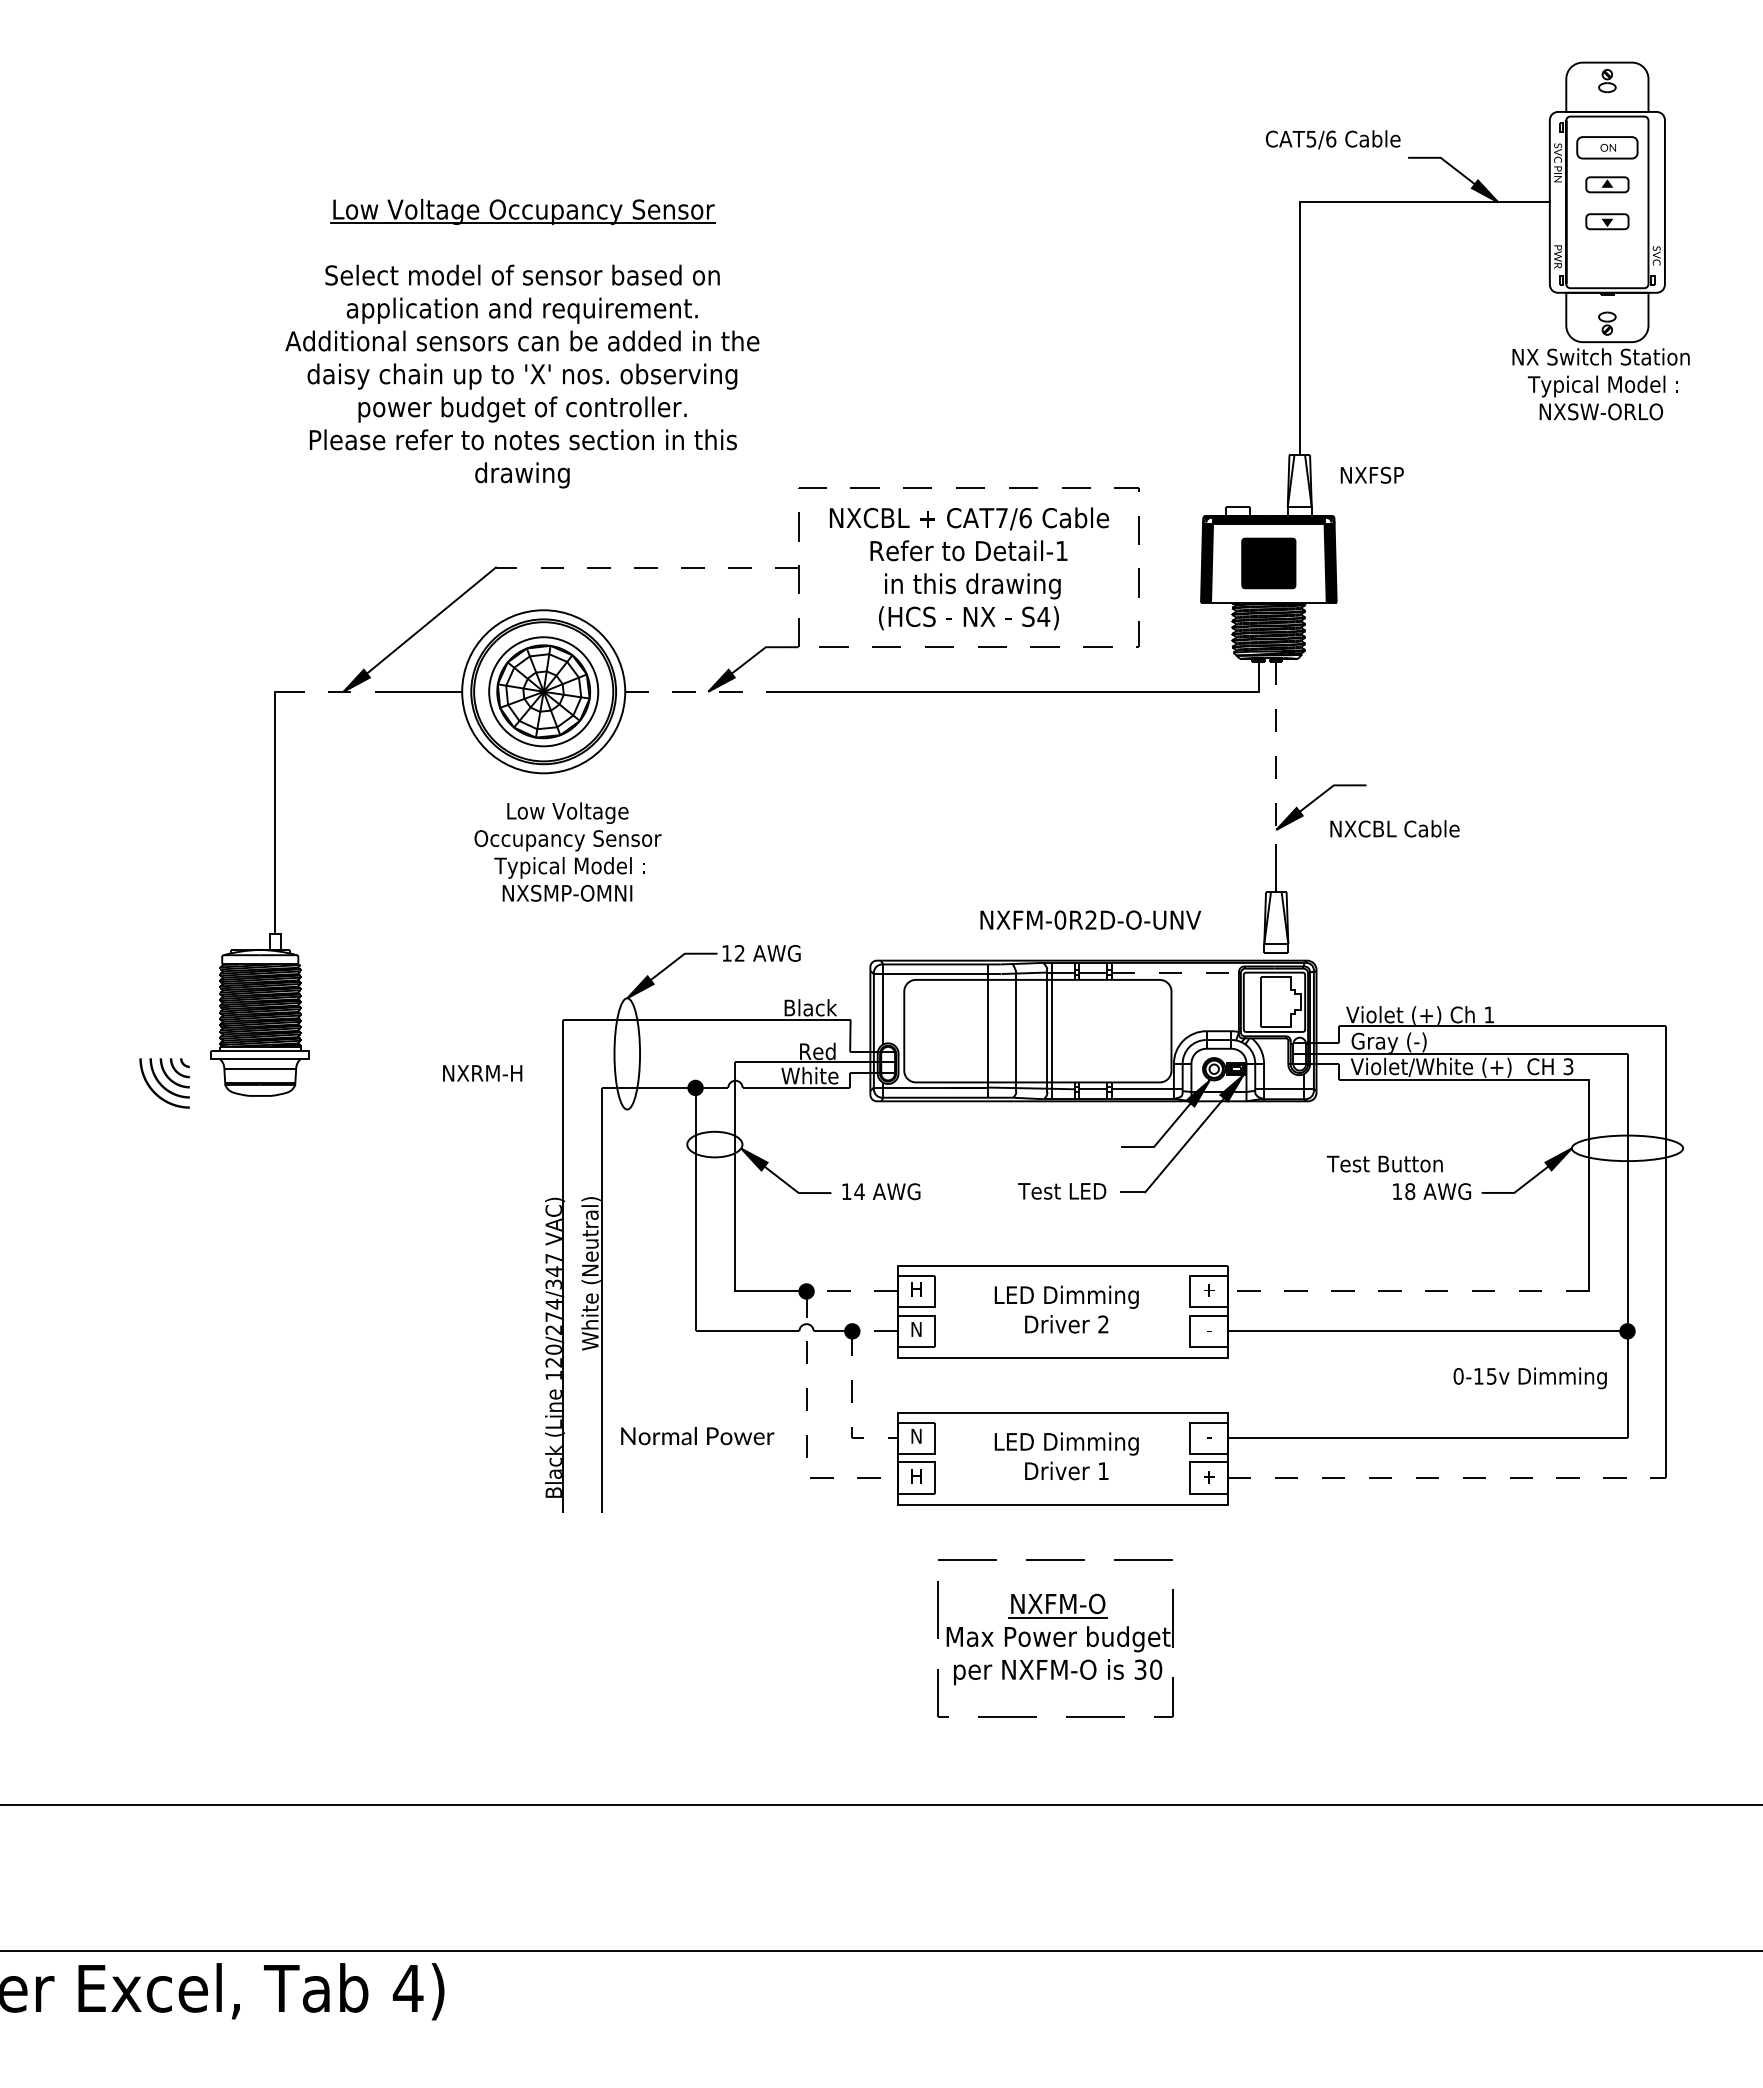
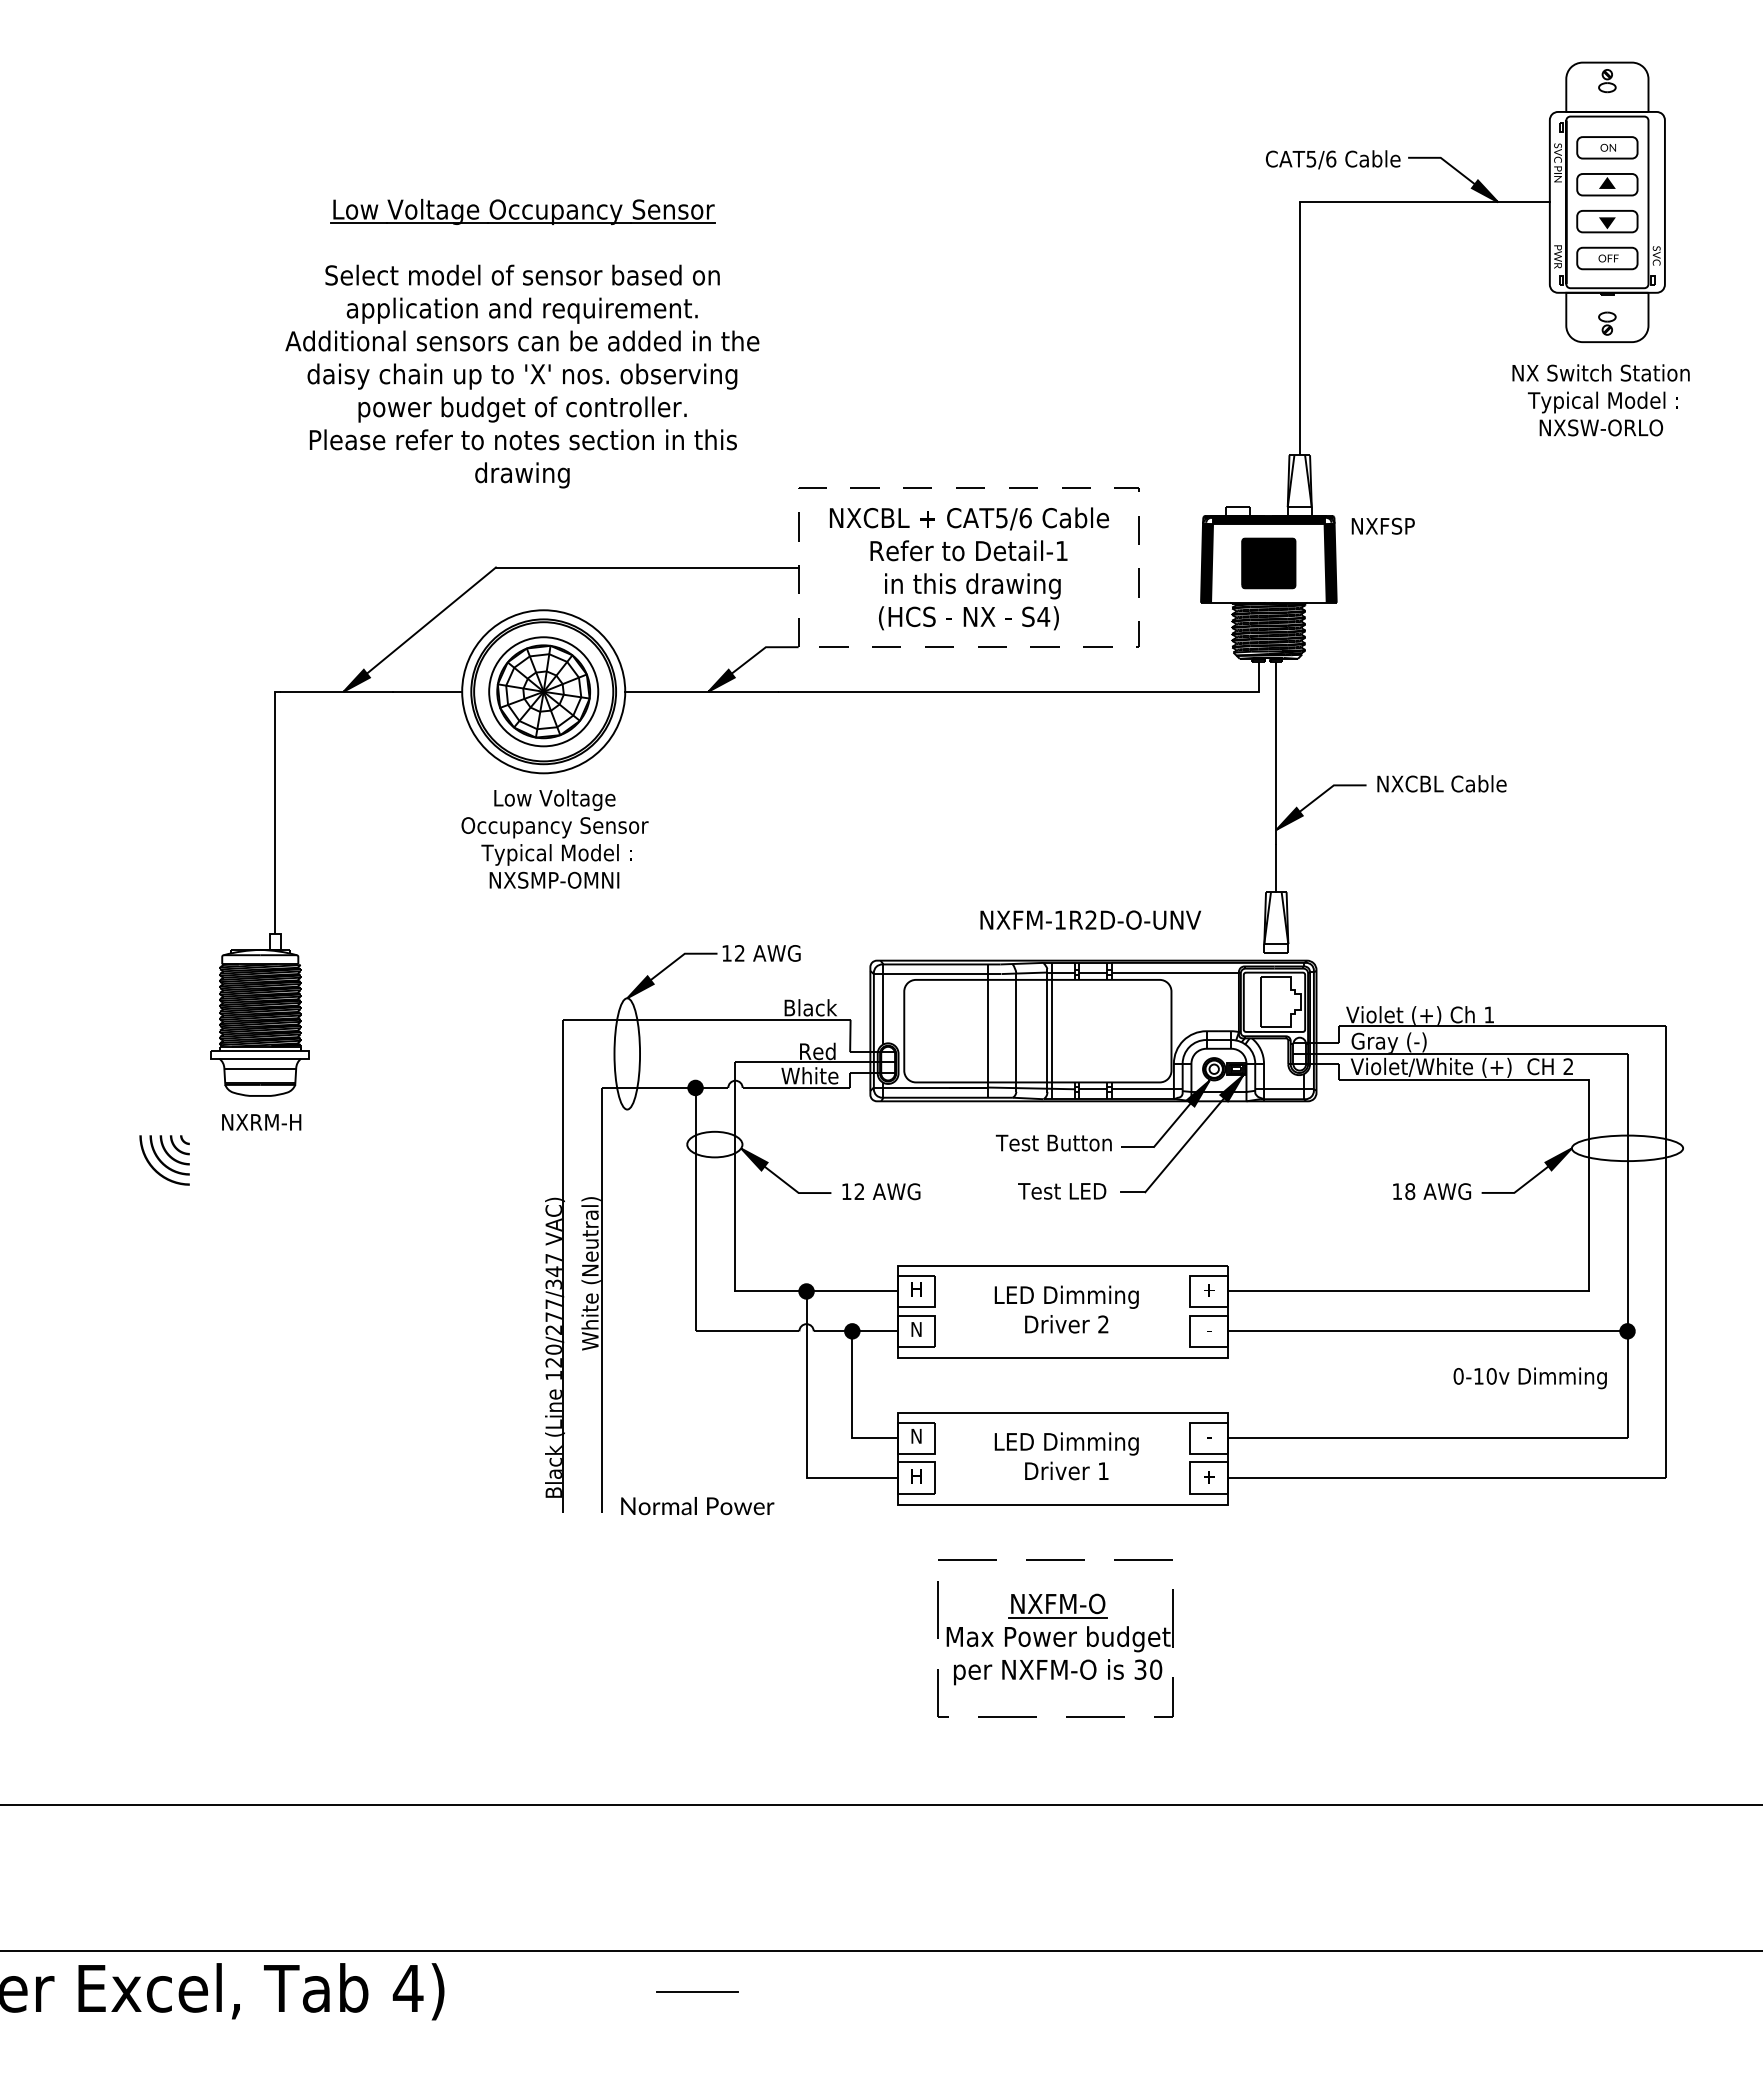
text at (1333, 139) position: (1333, 139) -> (1333, 159)
part at (1607, 184) size: 45x18 px -> 63x24 px
part at (1607, 221) size: 45x18 px -> 63x24 px
part at (1607, 258): none -> present
text at (1600, 384) position: (1600, 384) -> (1600, 400)
text at (1371, 474) position: (1371, 474) -> (1382, 525)
text at (1001, 518): CAT7/6 -> CAT5/6
line at (646, 567): dashed -> solid
line at (337, 691): dashed -> solid
line at (701, 691): dashed -> solid
line at (1276, 753): dashed -> solid
text at (1394, 828) position: (1394, 828) -> (1441, 783)
text at (567, 851) position: (567, 851) -> (554, 838)
text at (1060, 919): NXFM-0R2D-O-UNV -> NXFM-1R2D-O-UNV
line at (1175, 972): dashed -> solid
text at (1568, 1066): 3 -> 2
text at (482, 1073) position: (482, 1073) -> (261, 1122)
part at (164, 1083) position: (164, 1083) -> (164, 1160)
text at (1384, 1163) position: (1384, 1163) -> (1053, 1142)
text at (859, 1191): 14 -> 12
line at (1408, 1291): dashed -> solid
text at (553, 1304): 120/274/347 -> 120/277/347
text at (1491, 1376): 0-15v -> 0-10v
line at (806, 1385): dashed -> solid
line at (852, 1385): dashed -> solid
text at (697, 1436) position: (697, 1436) -> (697, 1506)
line at (1446, 1478): dashed -> solid
line at (697, 1992): none -> present
